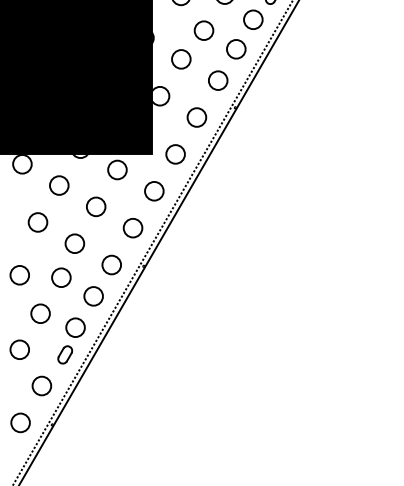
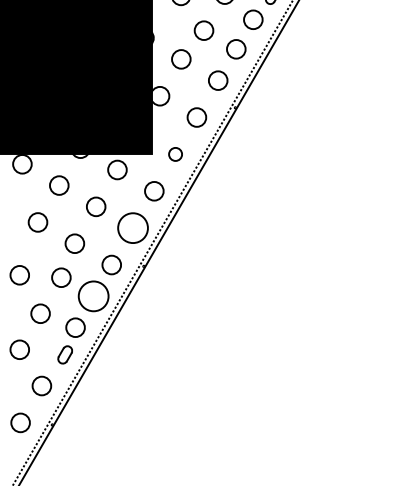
circle at (175, 154) size: 21x21 px -> 15x15 px
circle at (132, 227) diameter: 19 px -> 30 px
circle at (93, 296) diameter: 19 px -> 30 px
